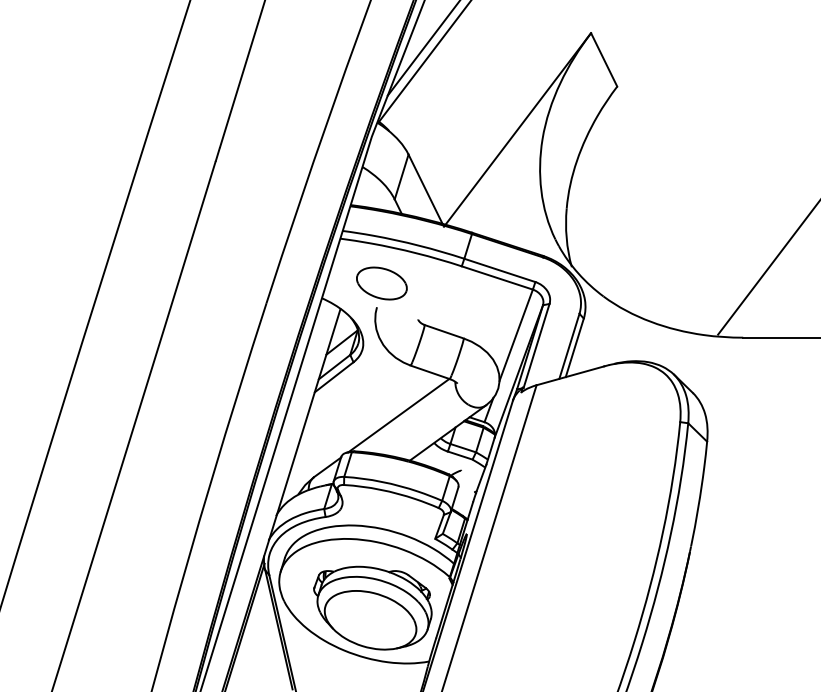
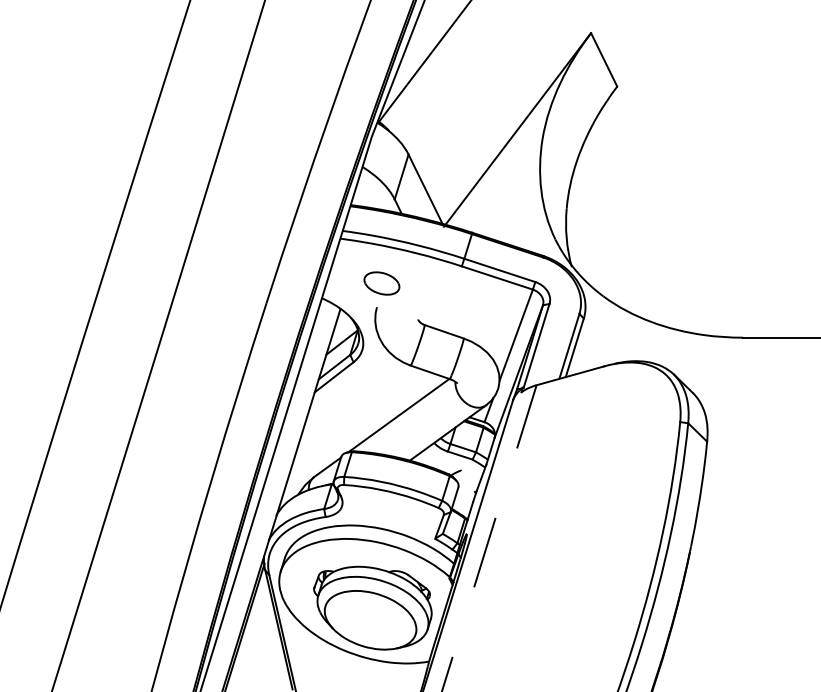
line at (422, 48): present -> none
line at (767, 268): present -> none
part at (381, 283) size: 52x35 px -> 38x25 px
line at (489, 538): solid -> dashed
